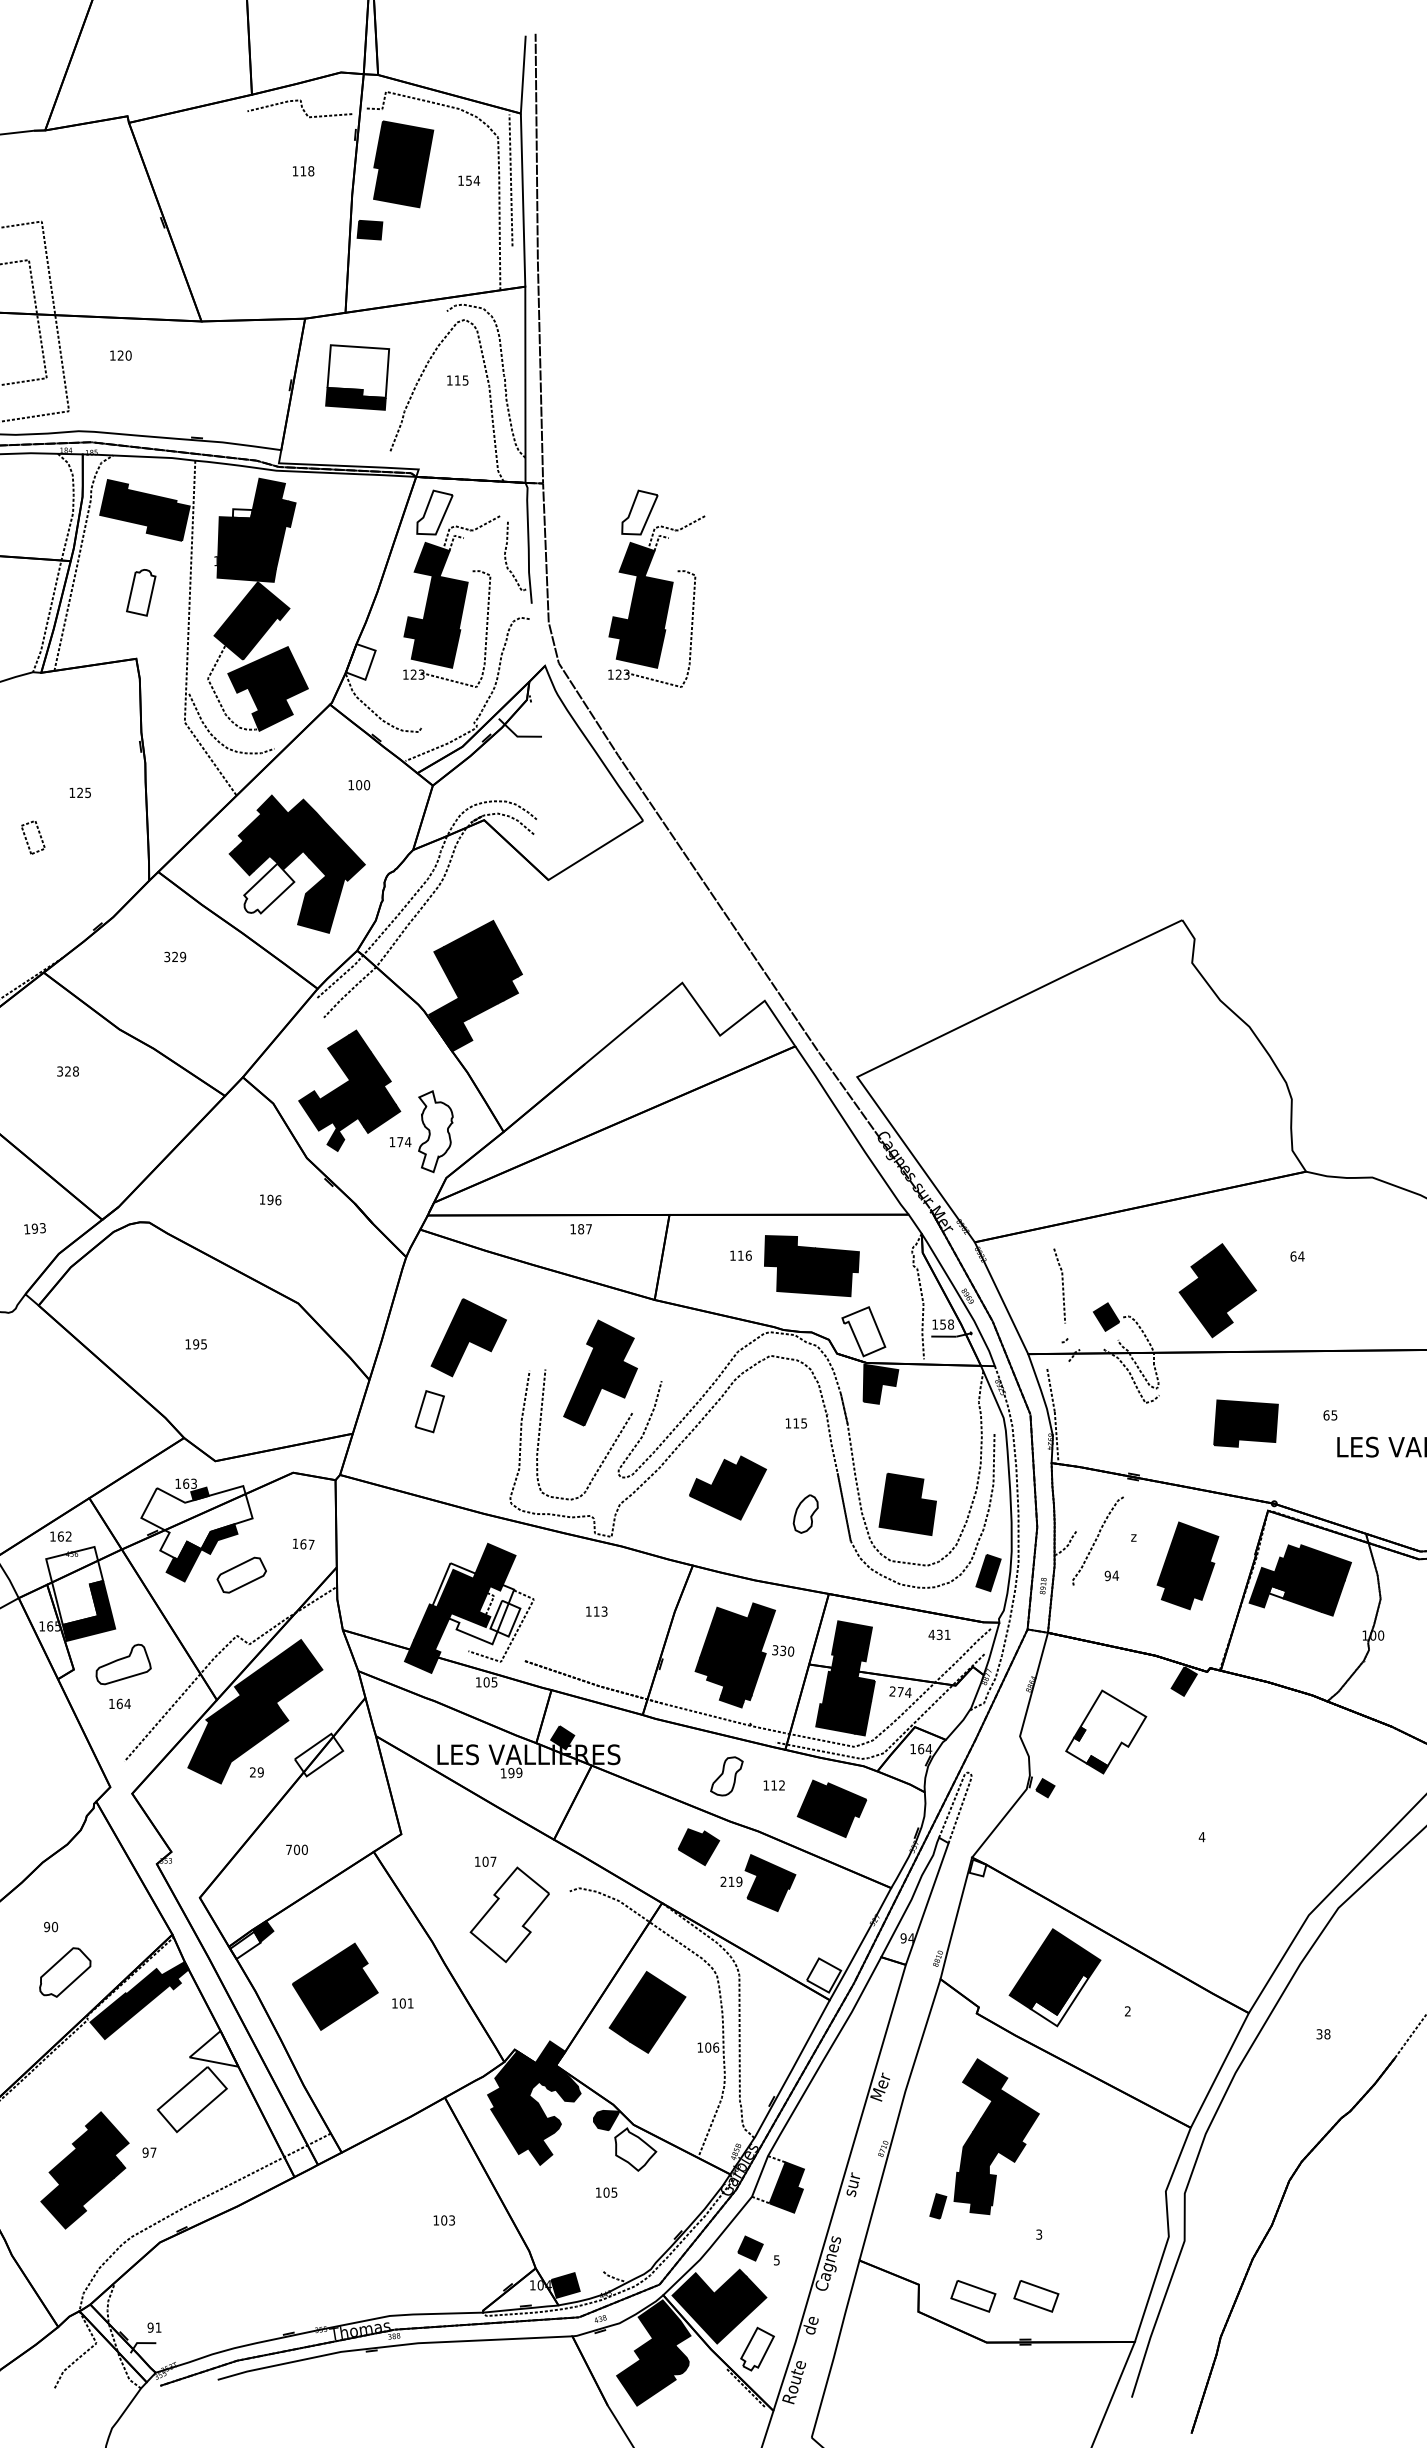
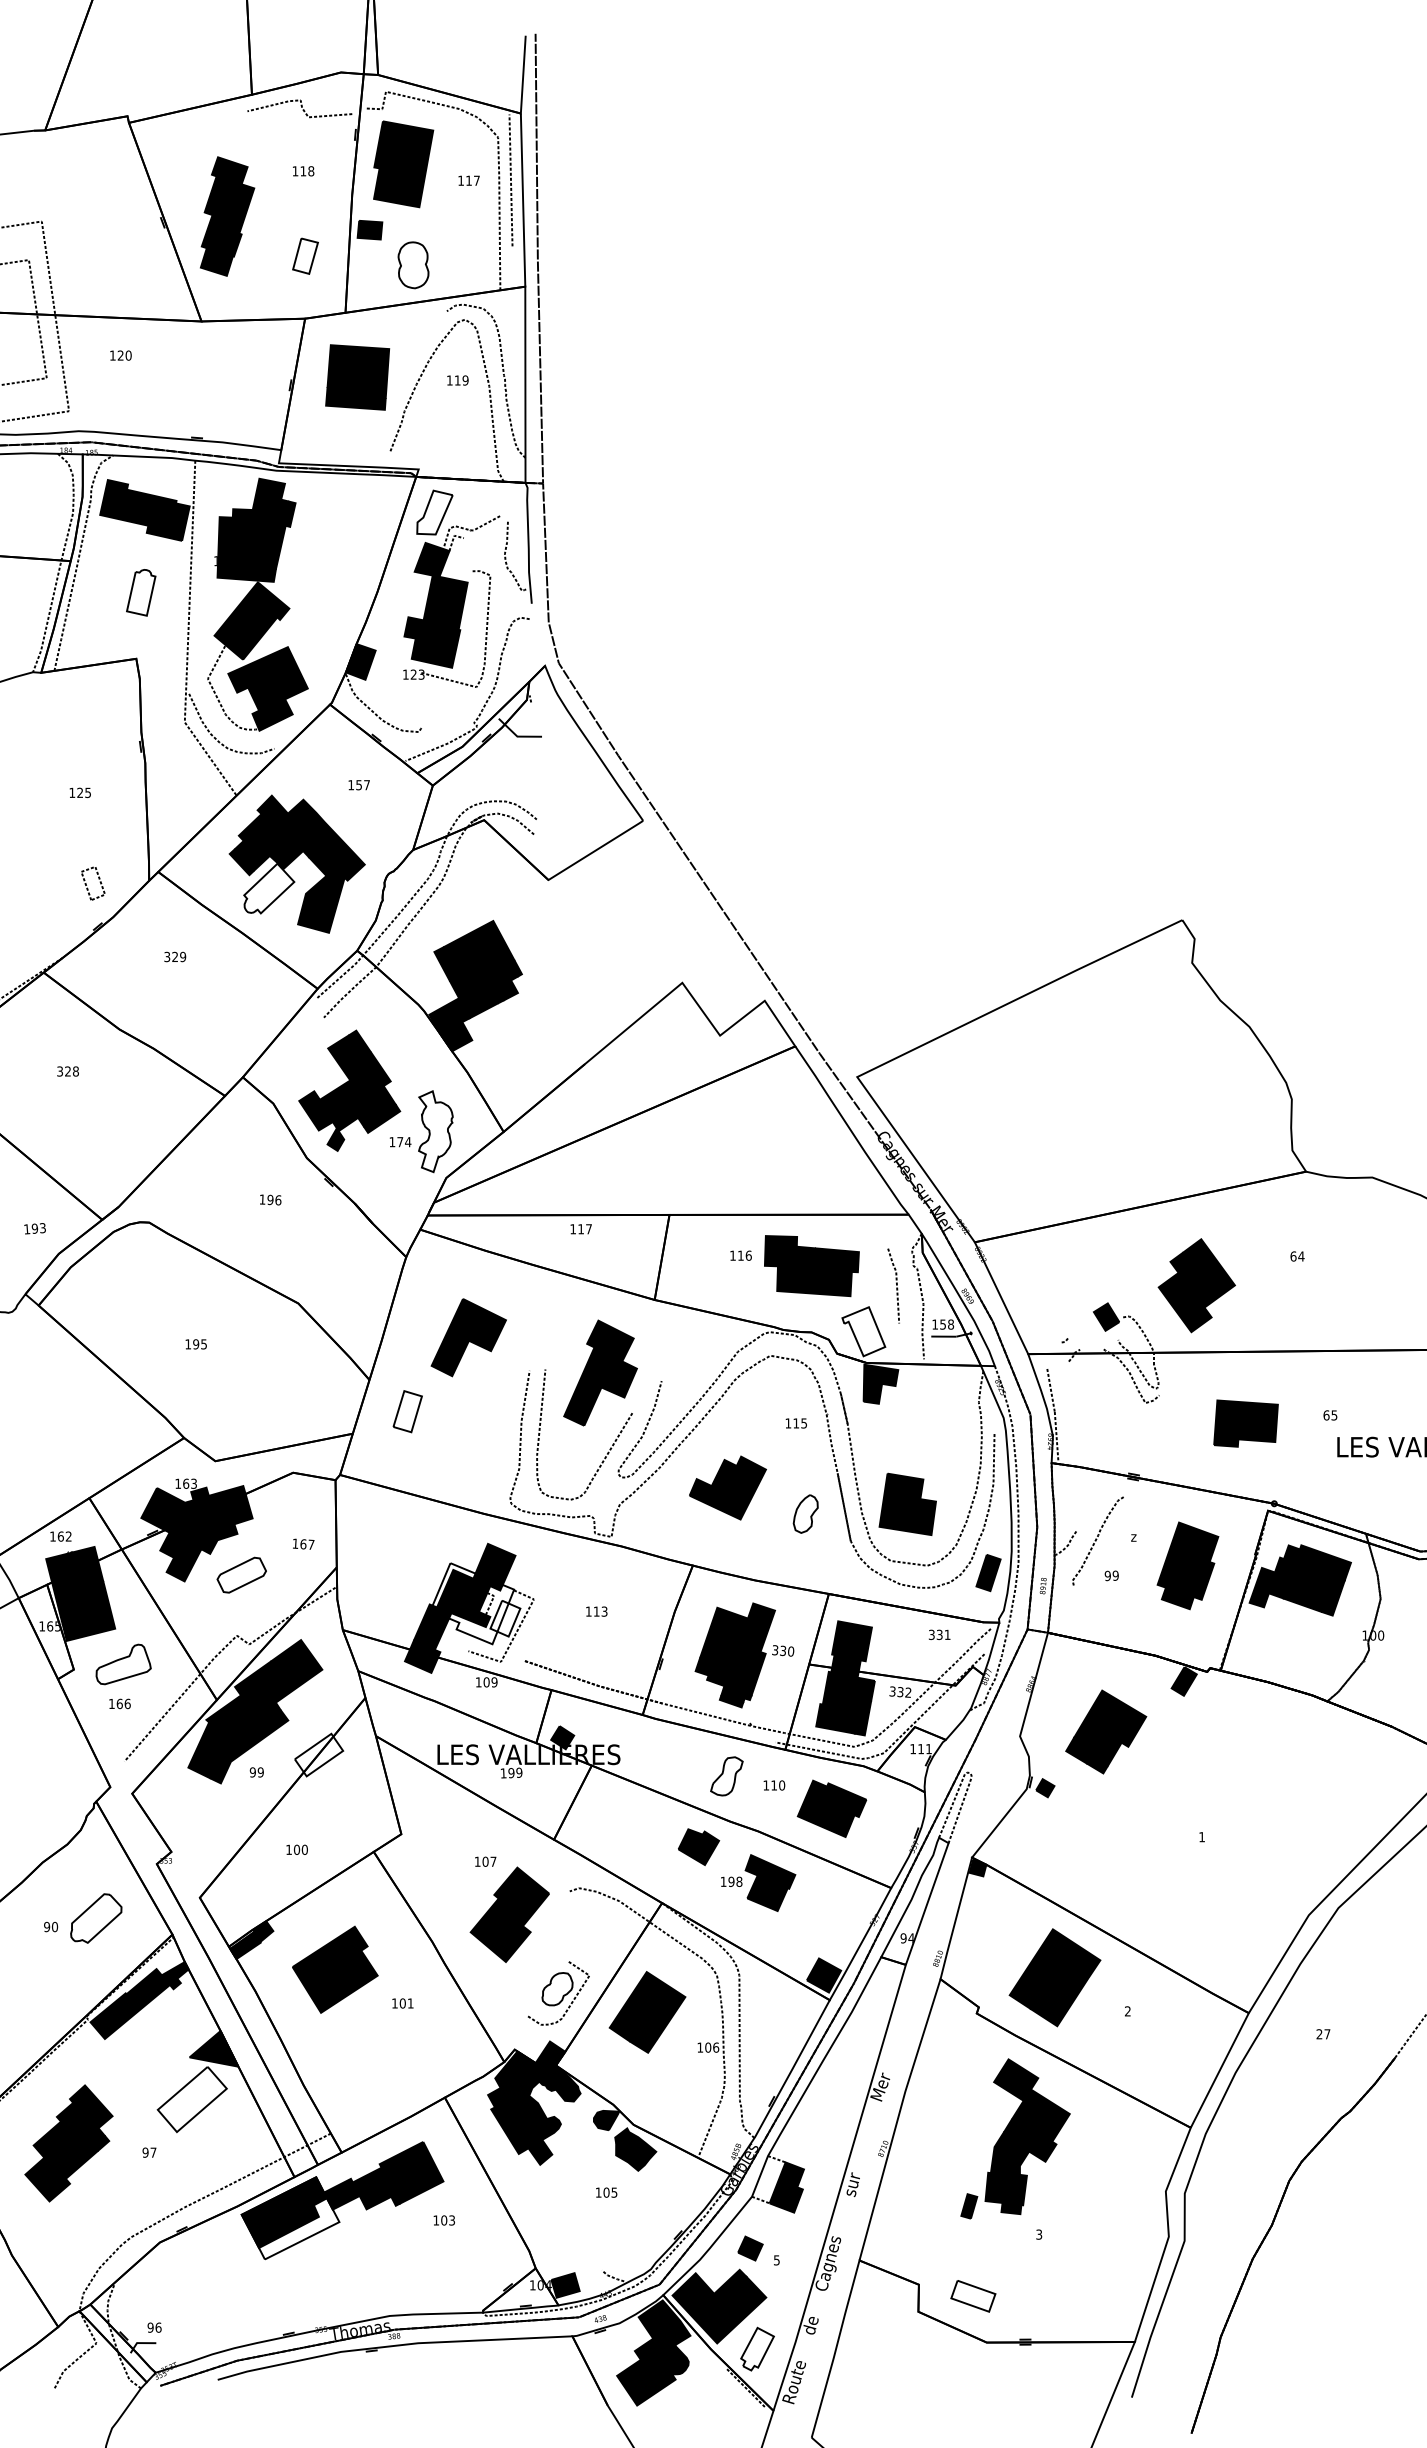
text at (473, 180): 154 -> 117
part at (227, 216): none -> present
part at (305, 255): none -> present
part at (413, 265): none -> present
fill at (358, 371): none -> present
text at (465, 380): 115 -> 119
fill at (242, 513): none -> present
part at (656, 588): present -> none
fill at (360, 661): none -> present
text at (363, 785): 100 -> 157
part at (39, 836) position: (39, 836) -> (99, 882)
text at (581, 1229): 187 -> 117
line at (1062, 1285) position: (1062, 1285) -> (896, 1285)
part at (1217, 1290) position: (1217, 1290) -> (1196, 1285)
part at (429, 1411) position: (429, 1411) -> (407, 1411)
fill at (196, 1522): none -> present
text at (1115, 1575): 94 -> 99
fill at (74, 1585): none -> present
fill at (1277, 1592): none -> present
text at (931, 1634): 431 -> 331
text at (494, 1682): 105 -> 109
text at (900, 1692): 274 -> 332
text at (127, 1703): 164 -> 166
fill at (1106, 1728): none -> present
text at (925, 1749): 164 -> 111
text at (252, 1772): 29 -> 99
text at (782, 1785): 112 -> 110
text at (1201, 1837): 4 -> 1
text at (288, 1849): 700 -> 100
fill at (977, 1867): none -> present
text at (731, 1881): 219 -> 198
fill at (509, 1914): none -> present
fill at (245, 1945): none -> present
part at (65, 1972) position: (65, 1972) -> (96, 1918)
fill at (823, 1975): none -> present
part at (335, 1986) position: (335, 1986) -> (335, 1969)
part at (558, 1993): none -> present
fill at (1059, 2000): none -> present
text at (1323, 2034): 38 -> 27
fill at (213, 2048): none -> present
part at (984, 2138) position: (984, 2138) -> (1015, 2138)
fill at (635, 2149): none -> present
part at (84, 2170) position: (84, 2170) -> (68, 2143)
part at (342, 2200): none -> present
part at (1036, 2296): present -> none
text at (158, 2327): 91 -> 96
